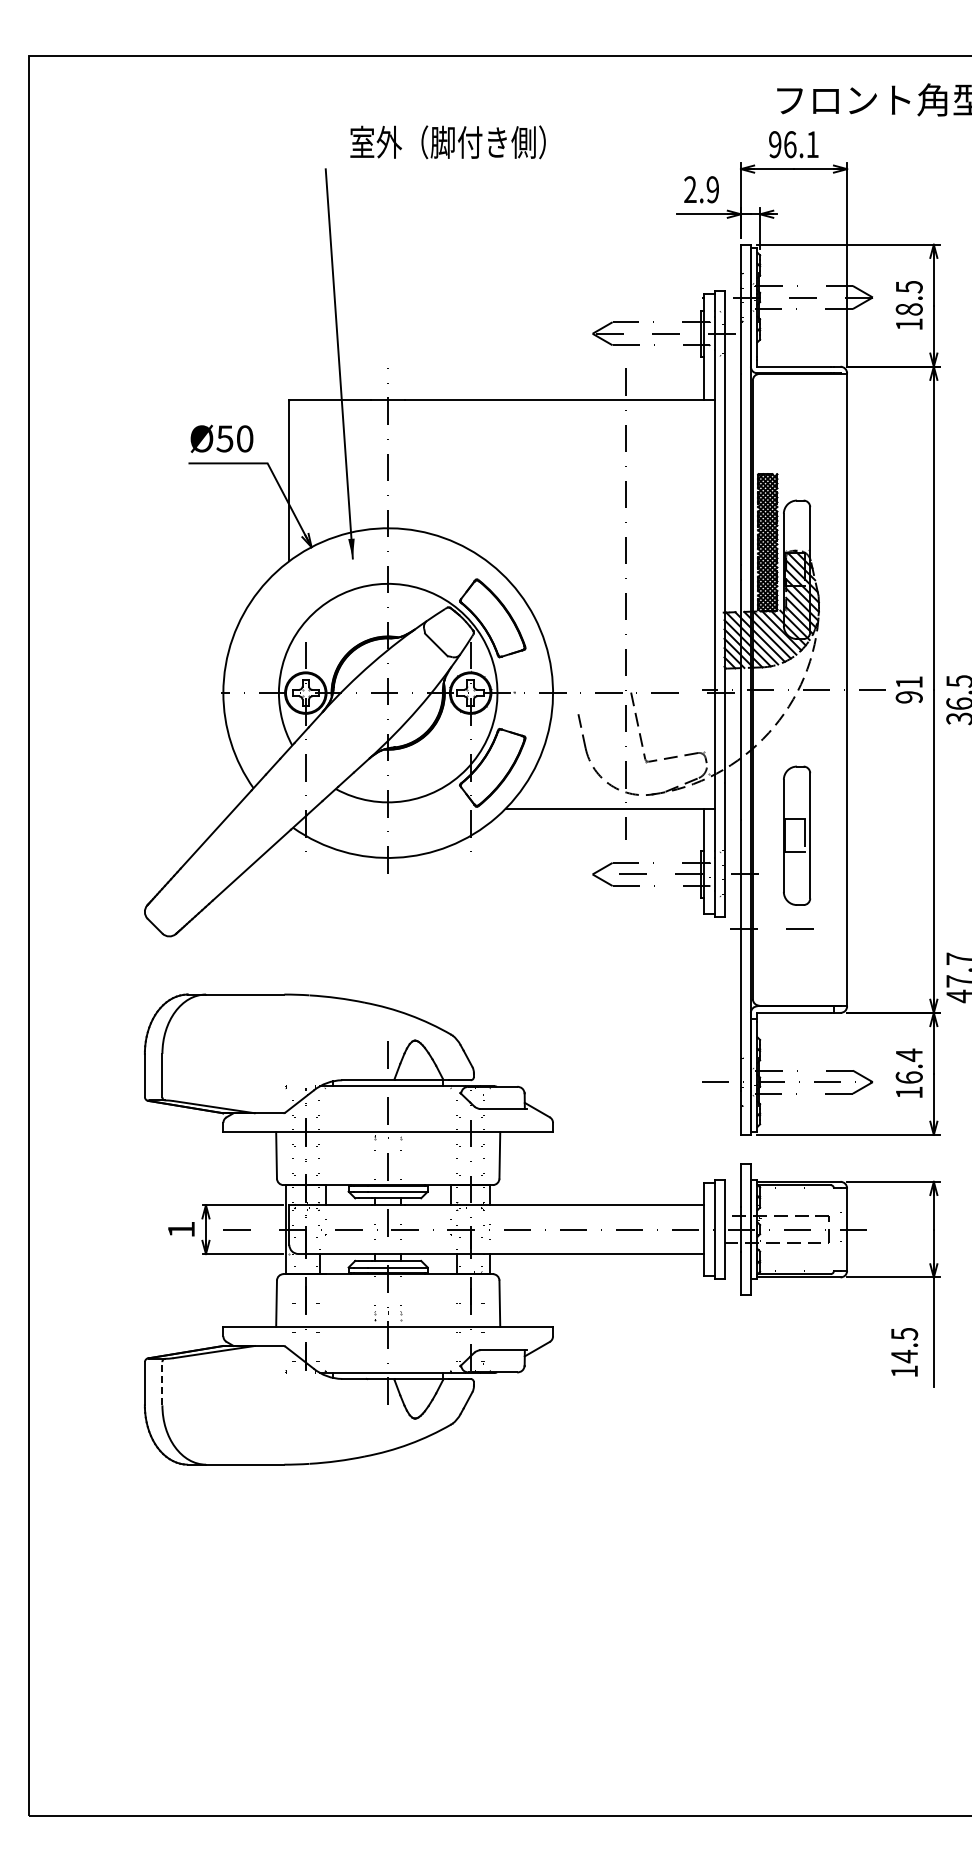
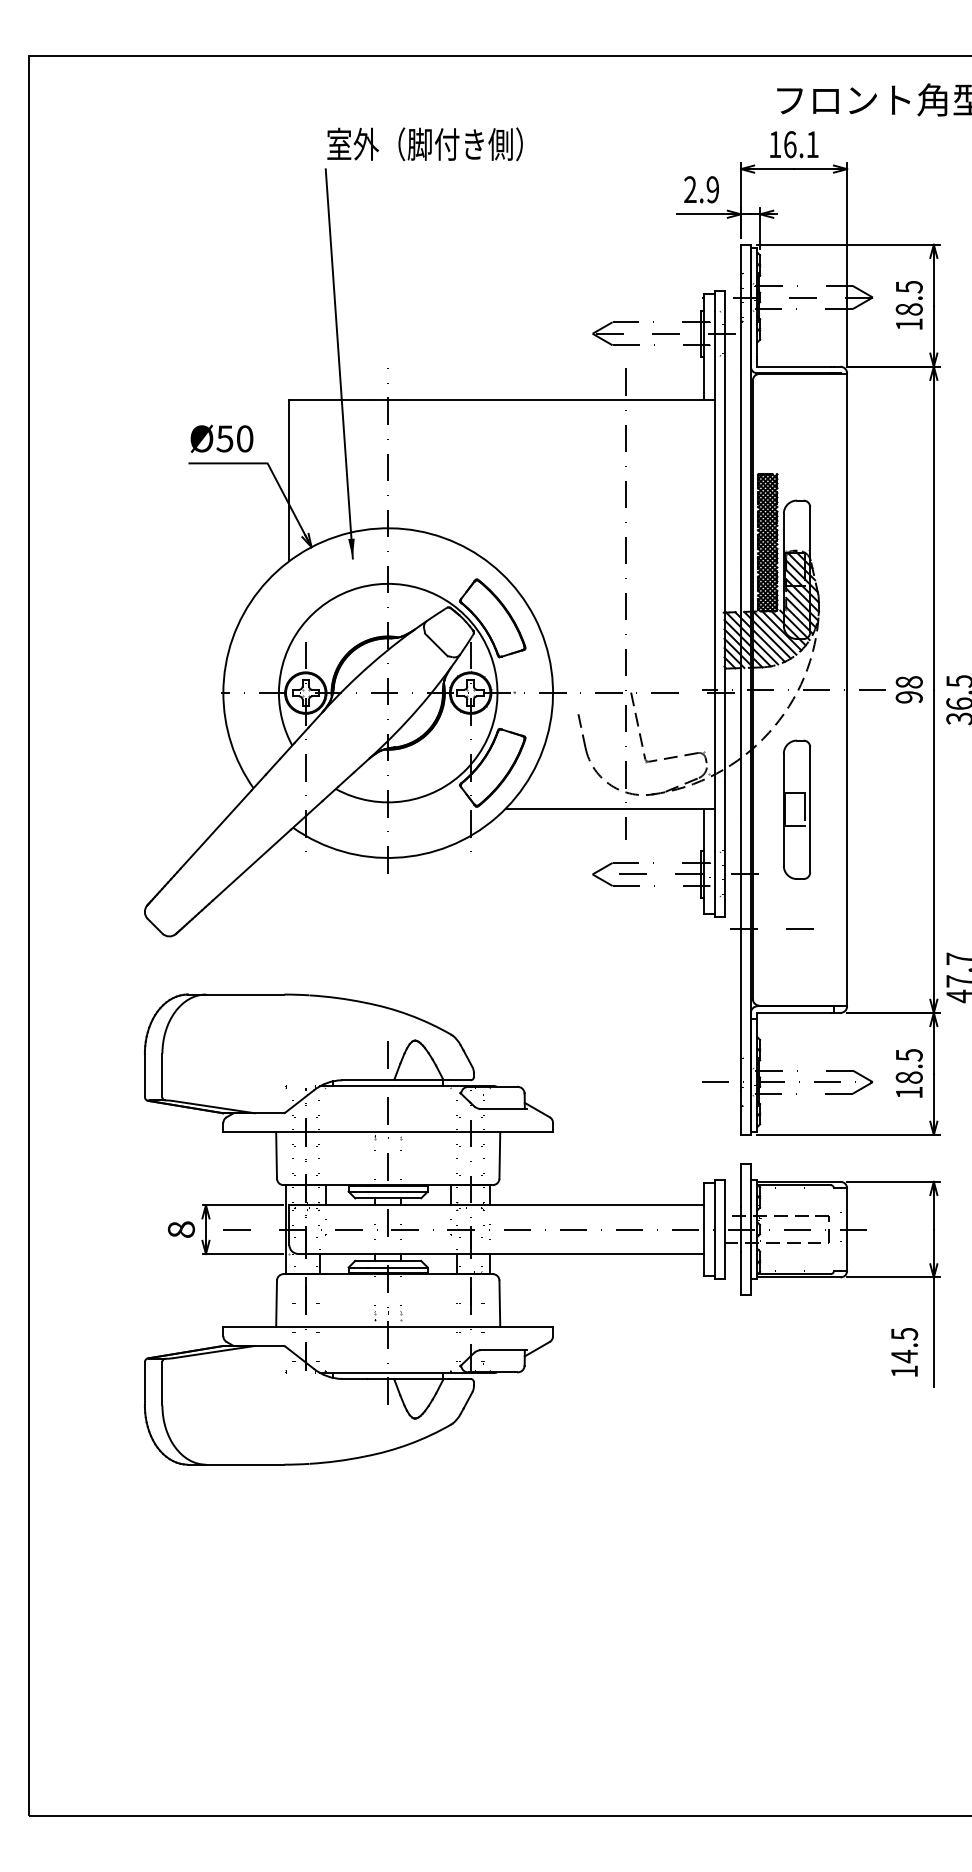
text at (447, 142) position: (447, 142) -> (424, 144)
text at (775, 144): 96.1 -> 16.1
text at (908, 682): 91 -> 98
part at (797, 835) position: (797, 835) -> (797, 809)
text at (908, 1065): 16.4 -> 18.5
text at (180, 1229): 1 -> 8
line at (162, 1383): dashed -> solid
